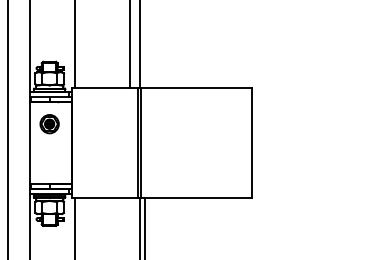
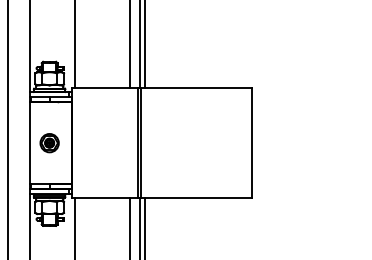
line at (145, 45): none -> present
part at (49, 124) position: (49, 124) -> (49, 143)
line at (129, 227): none -> present
